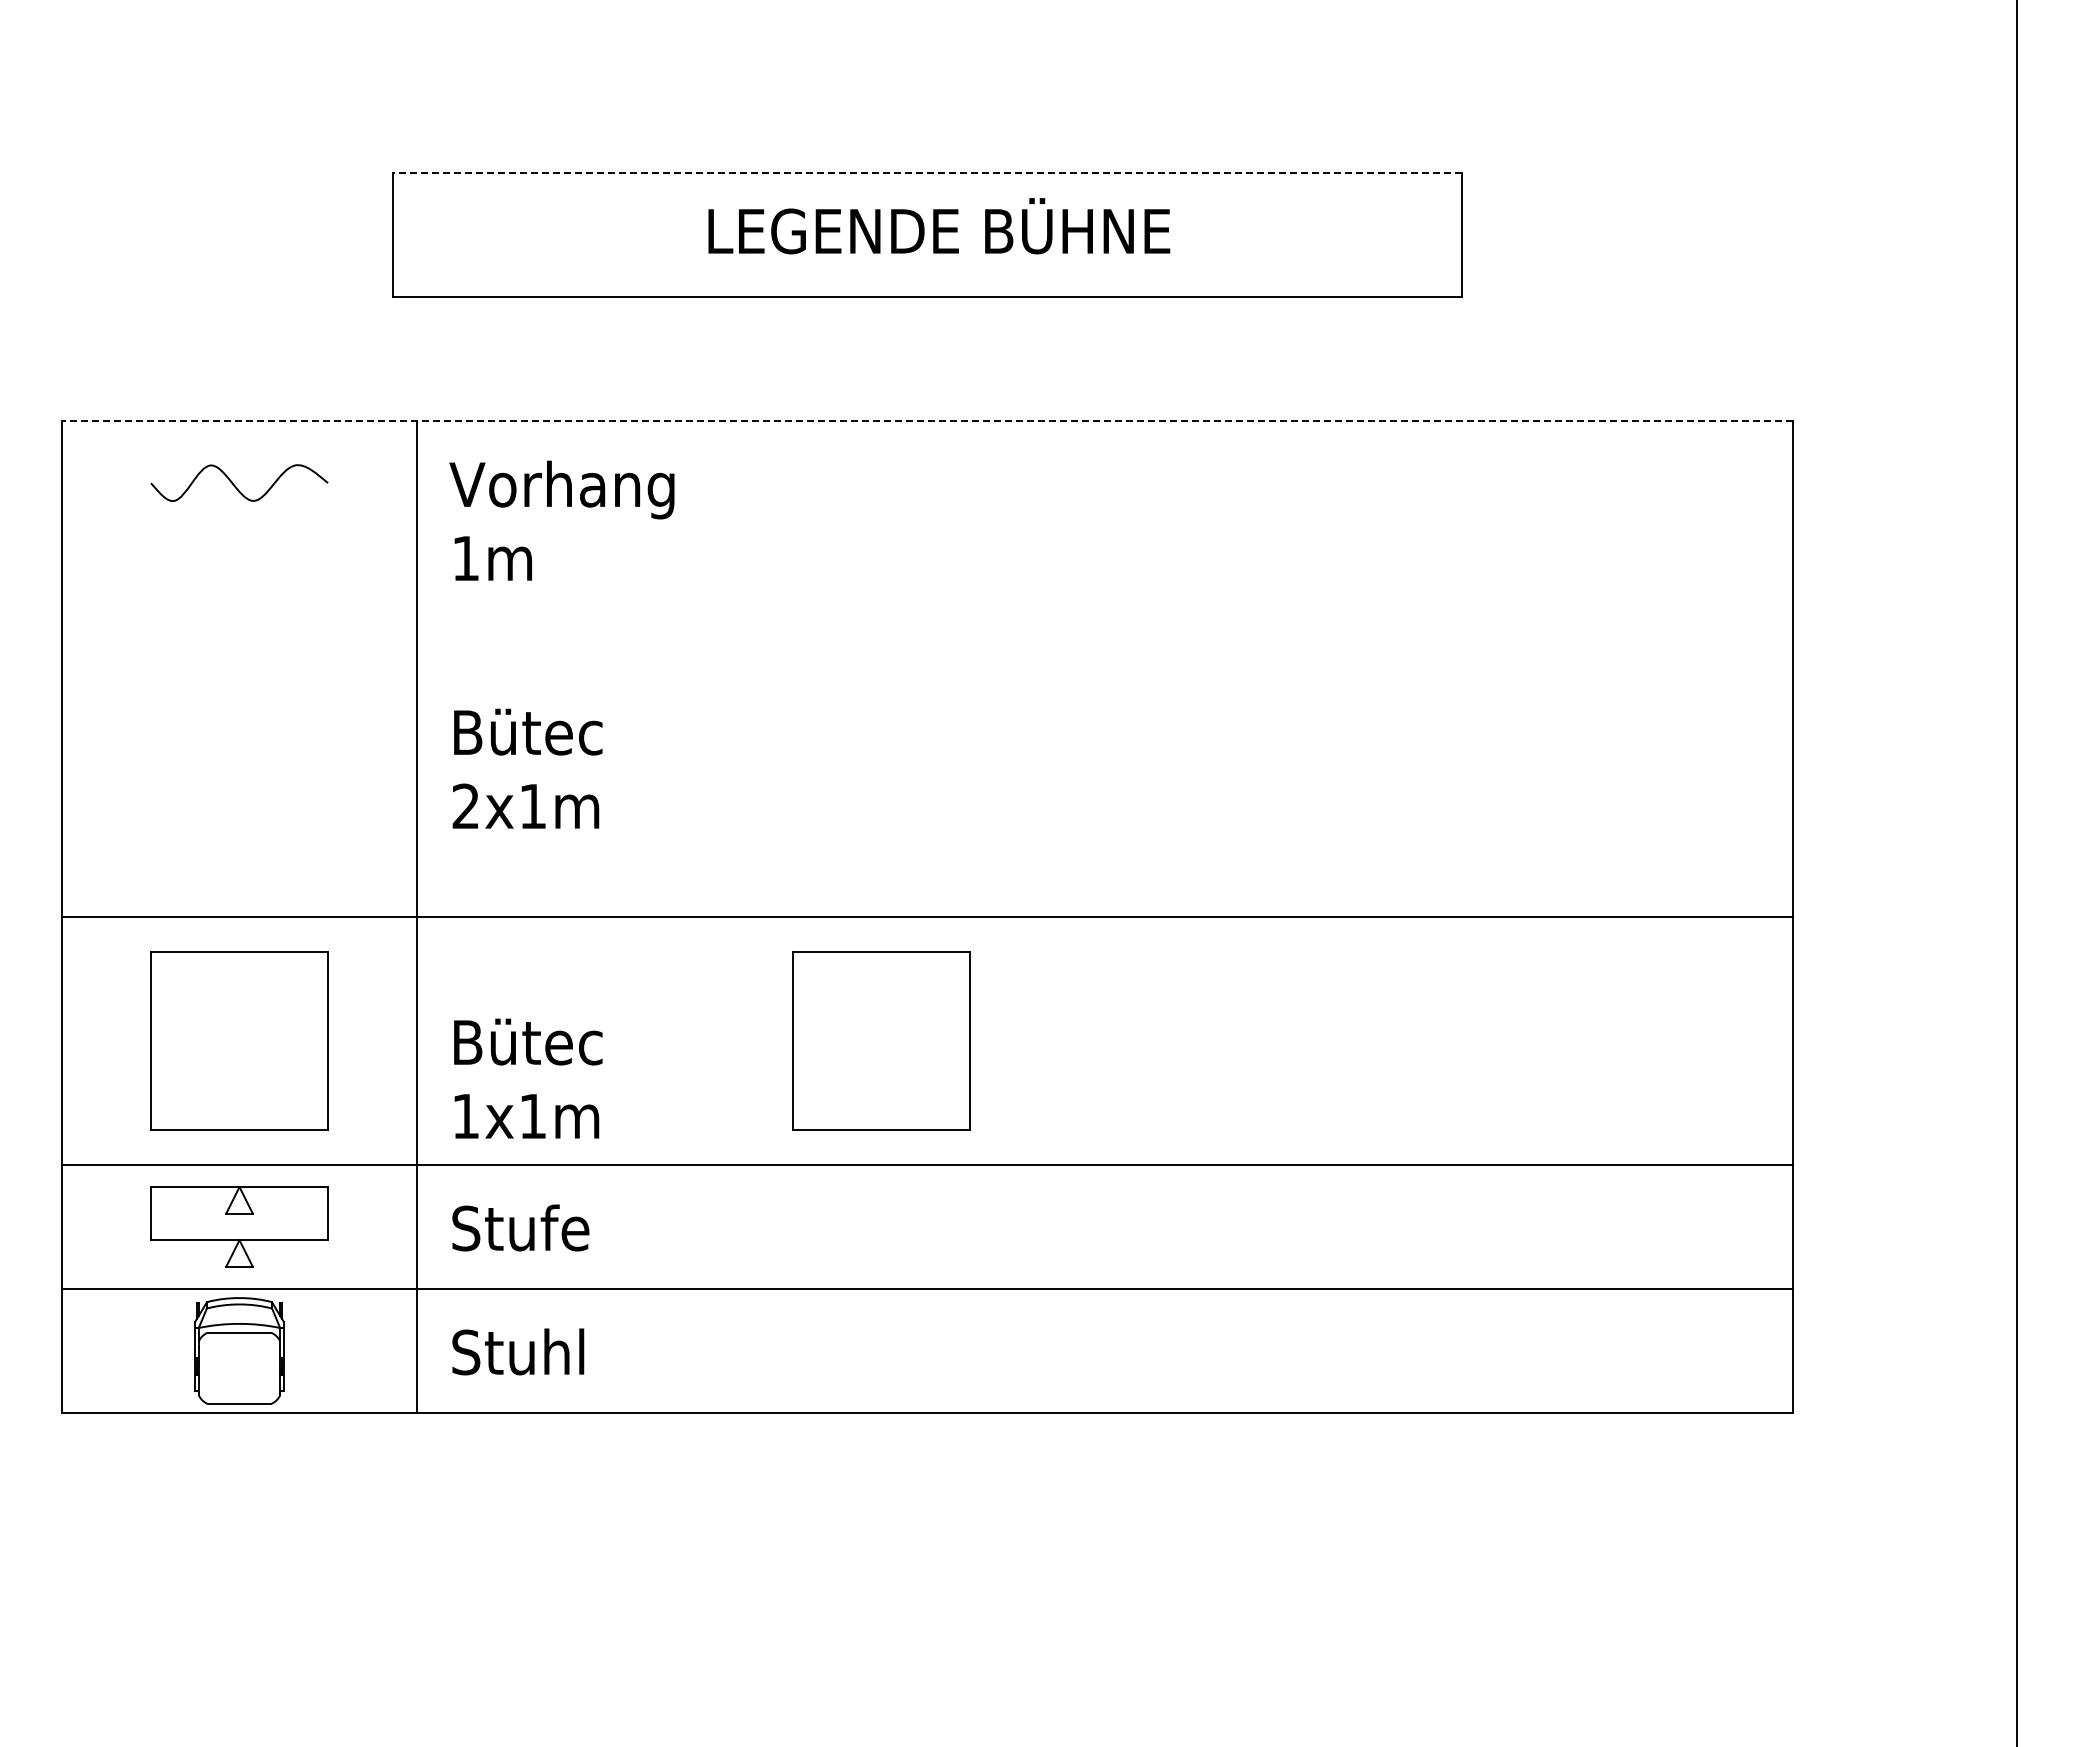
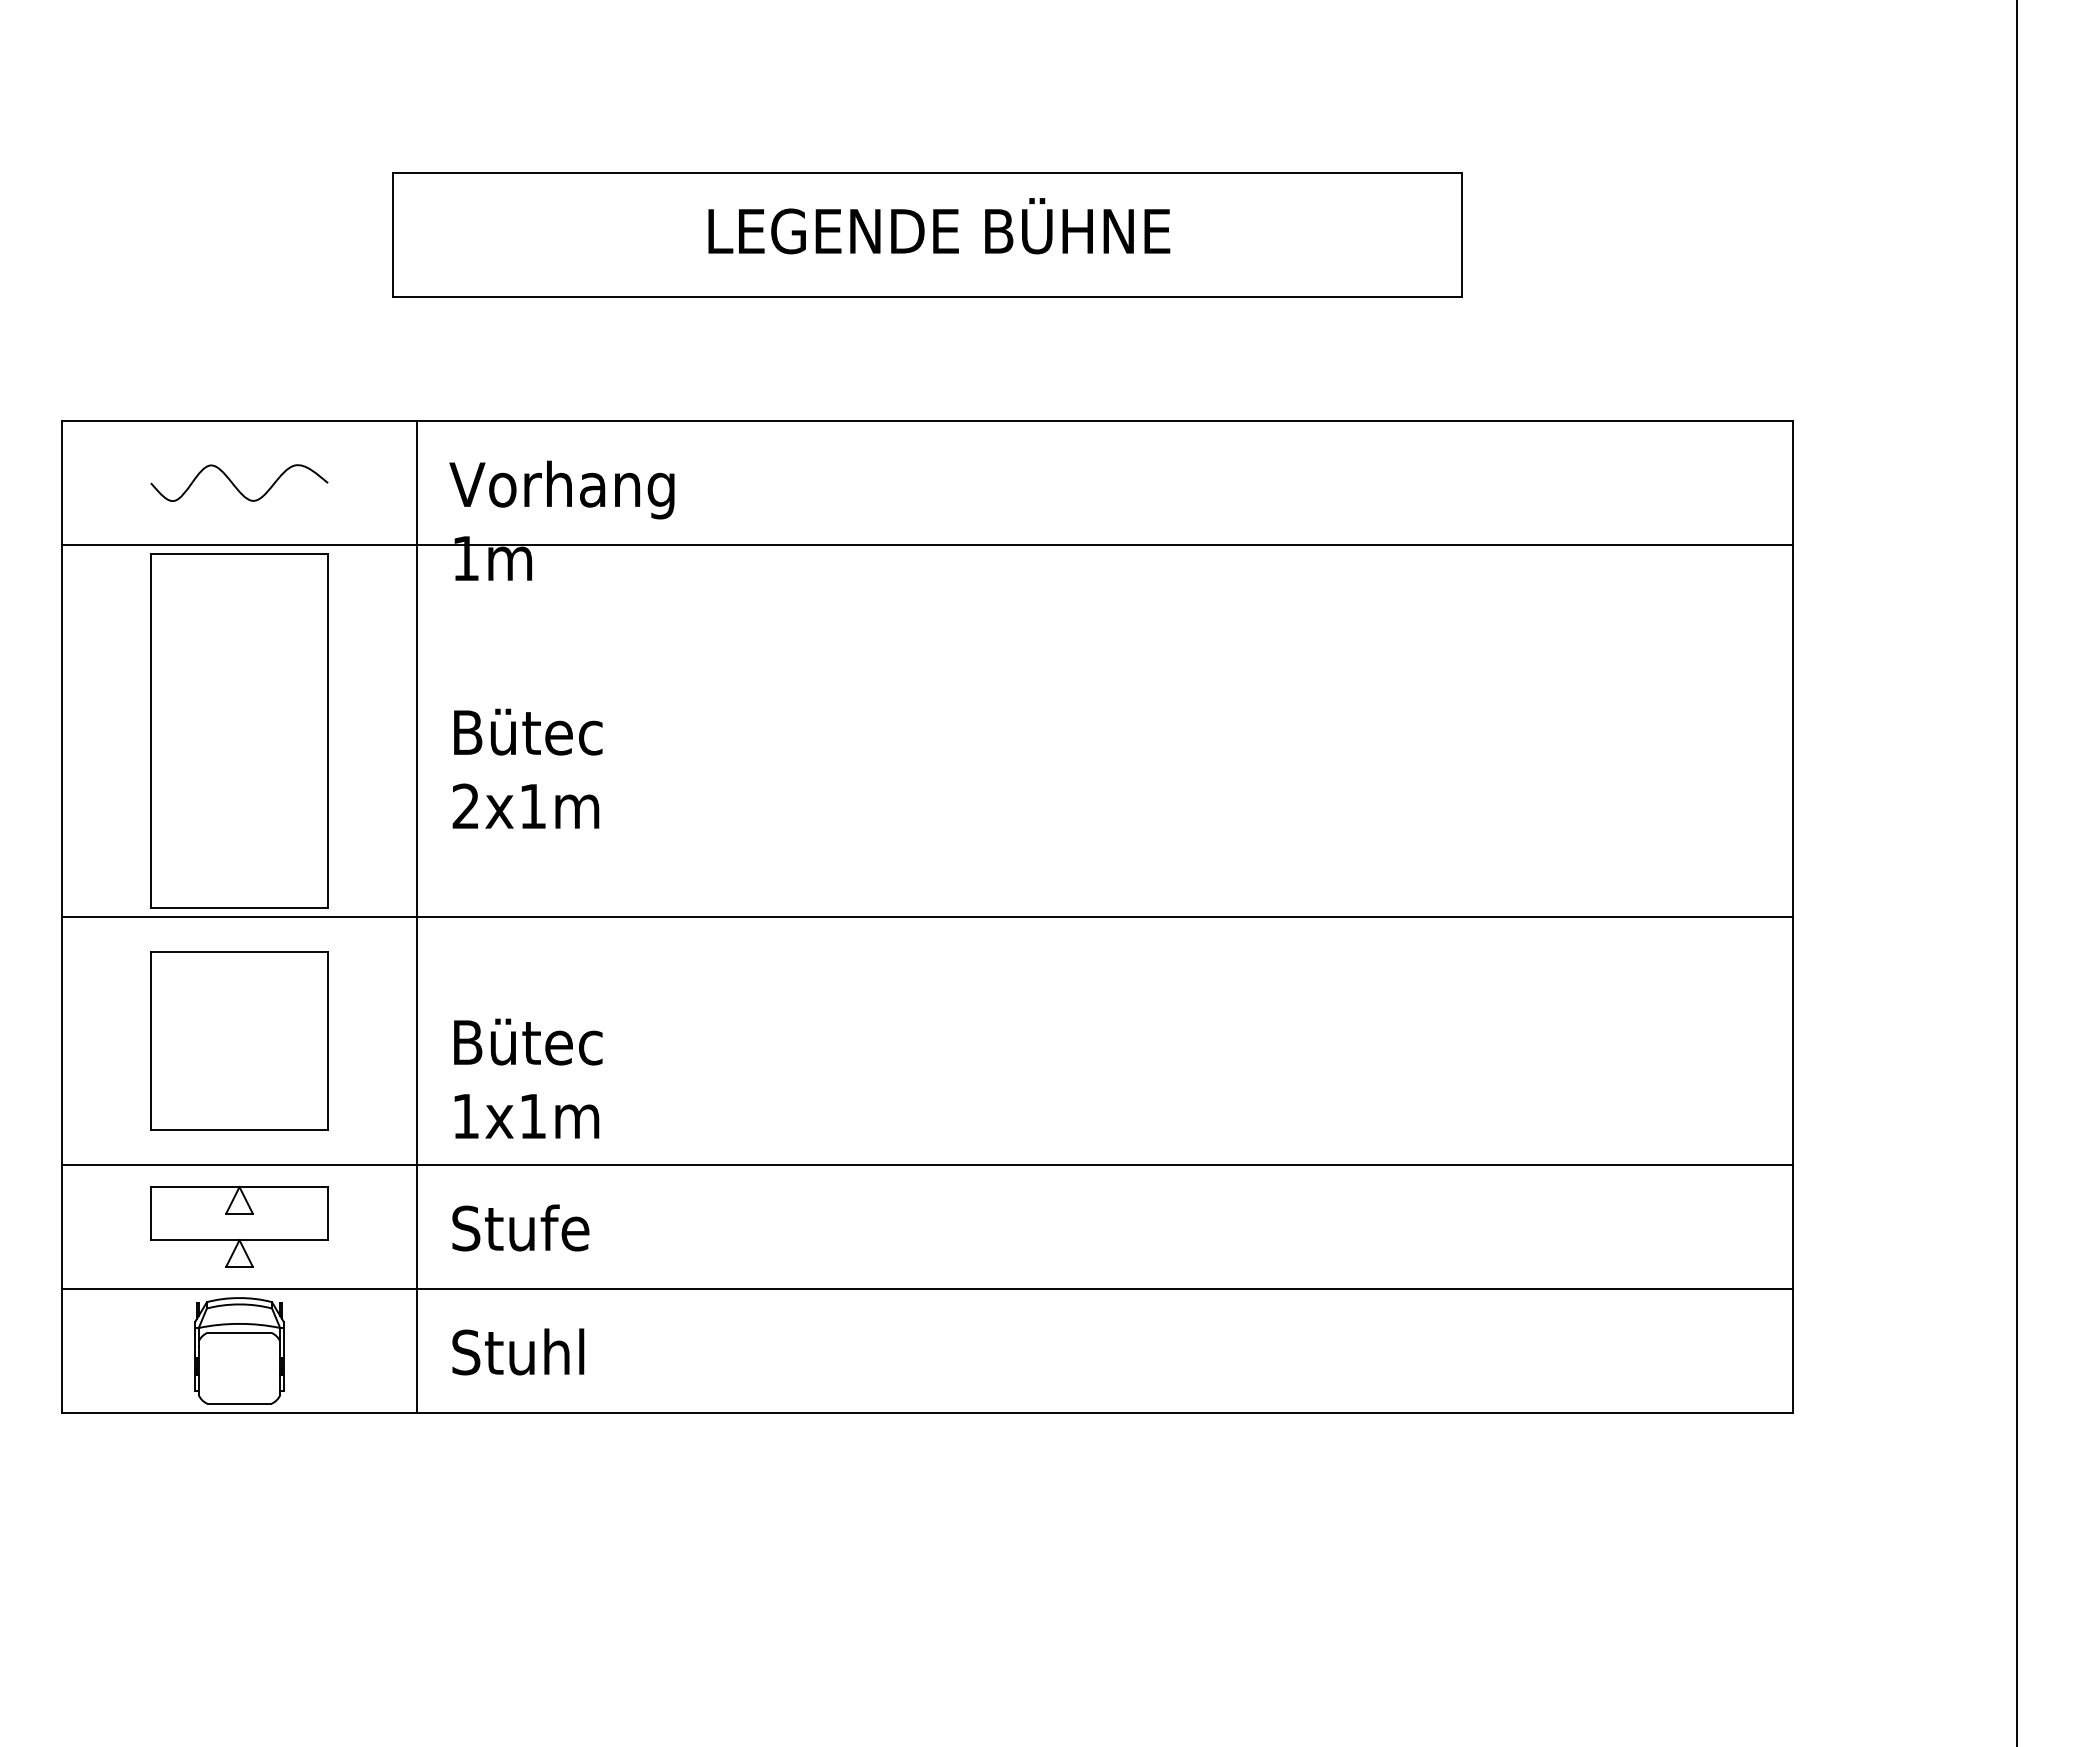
line at (926, 173): dashed -> solid
line at (926, 421): dashed -> solid
line at (927, 545): none -> present
part at (239, 730): none -> present
part at (881, 1040): present -> none
